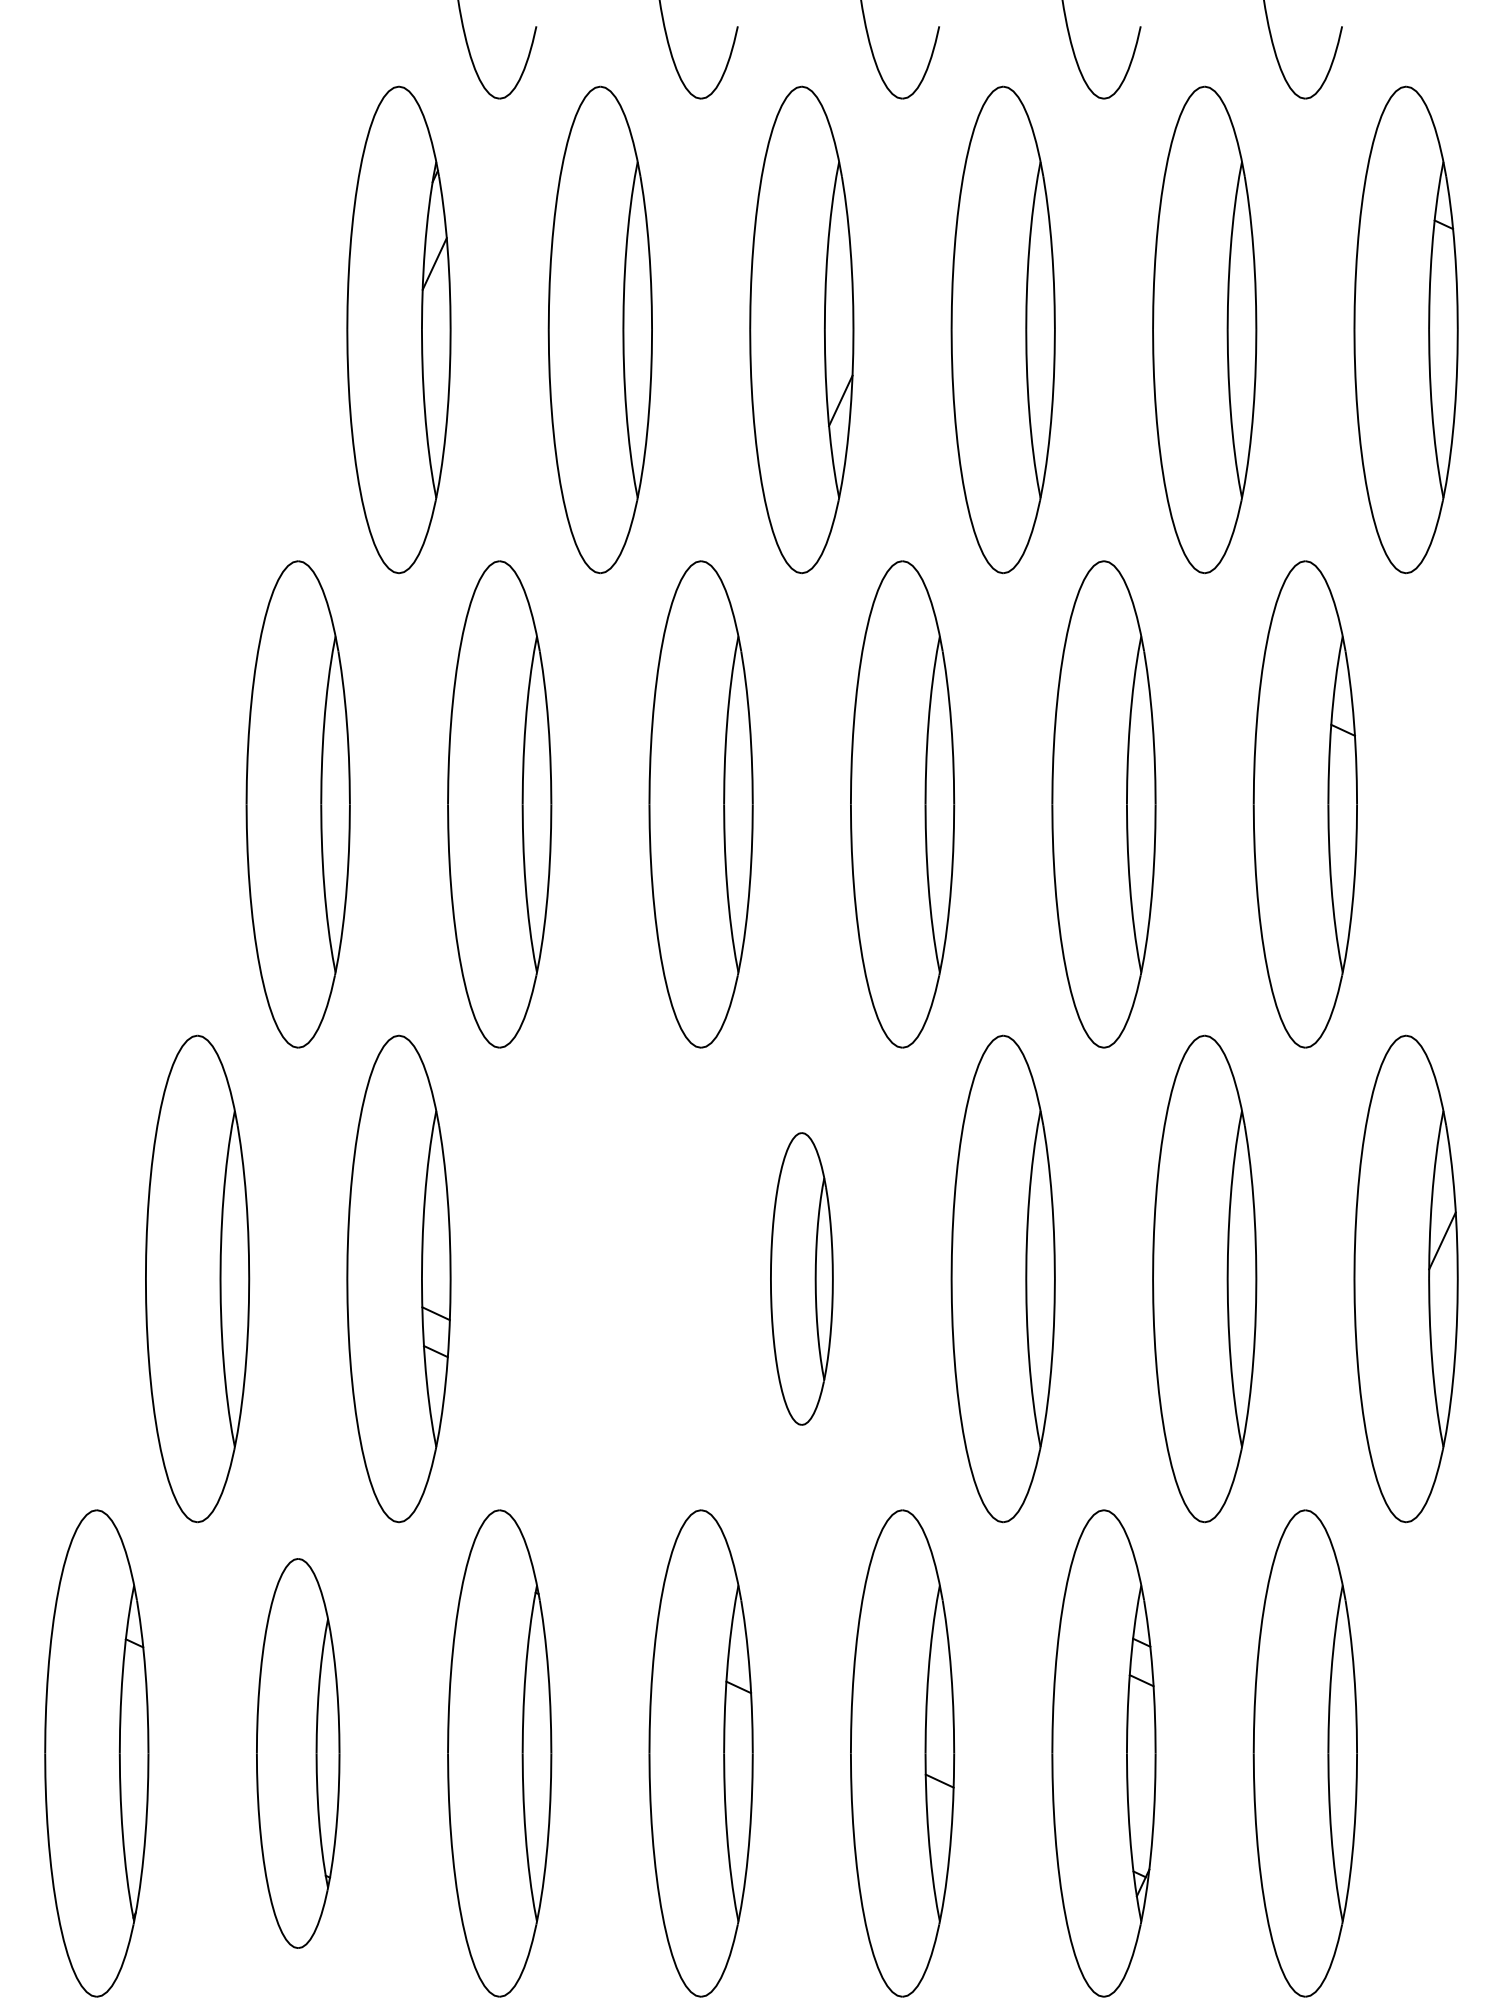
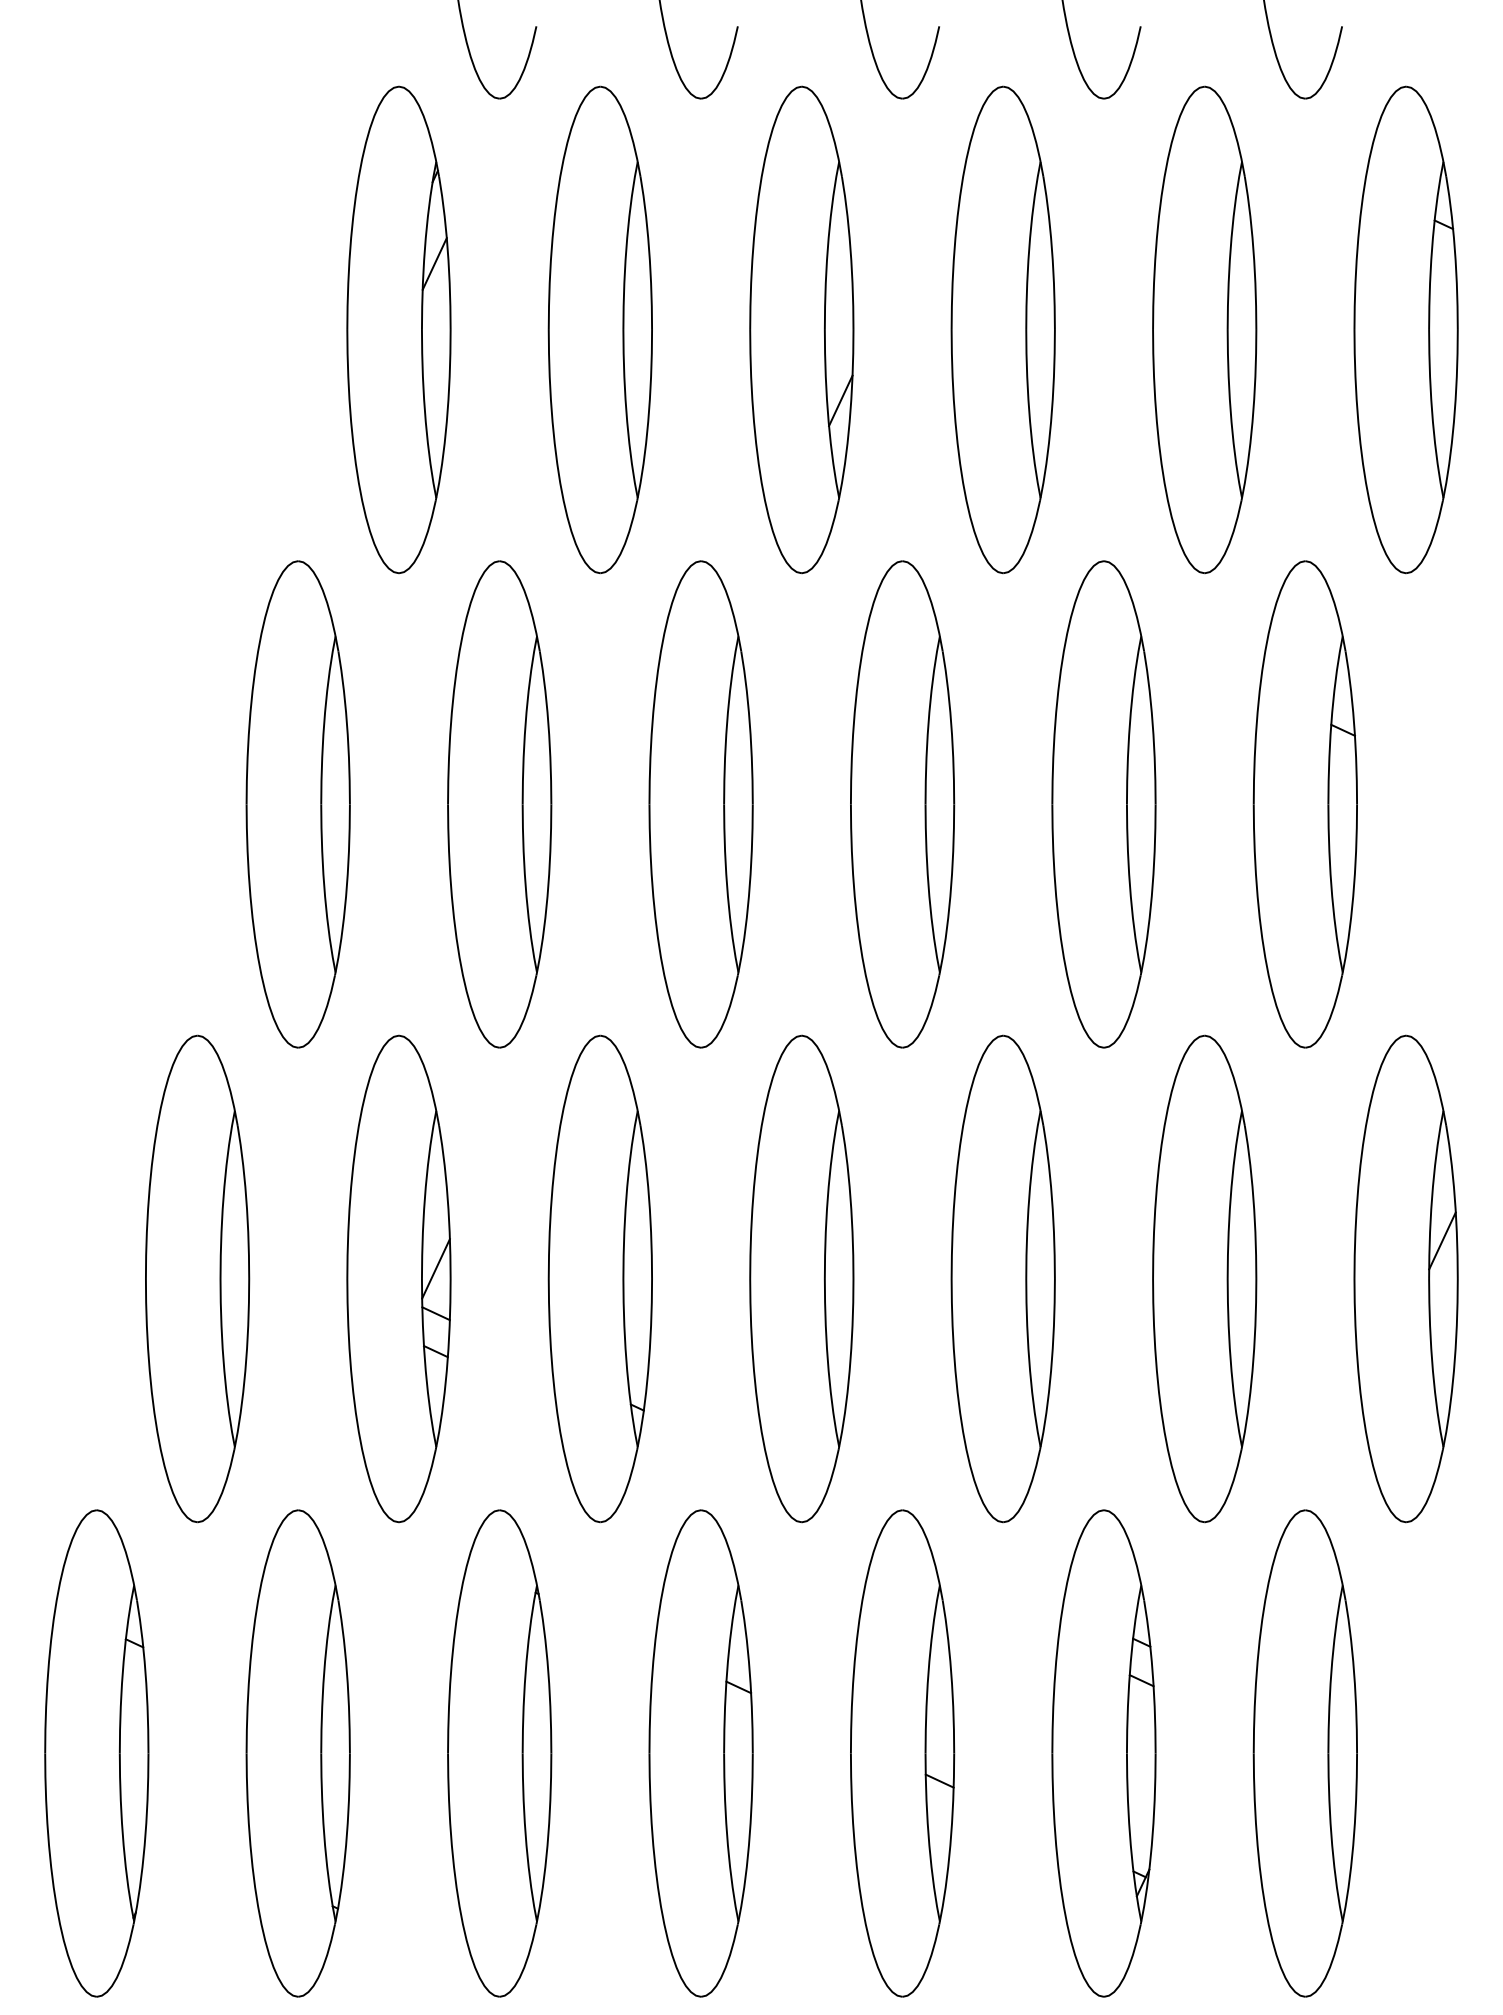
line at (435, 1268): none -> present
part at (599, 1278): none -> present
part at (801, 1278) size: 64x294 px -> 106x490 px
part at (298, 1753) size: 85x391 px -> 106x489 px
